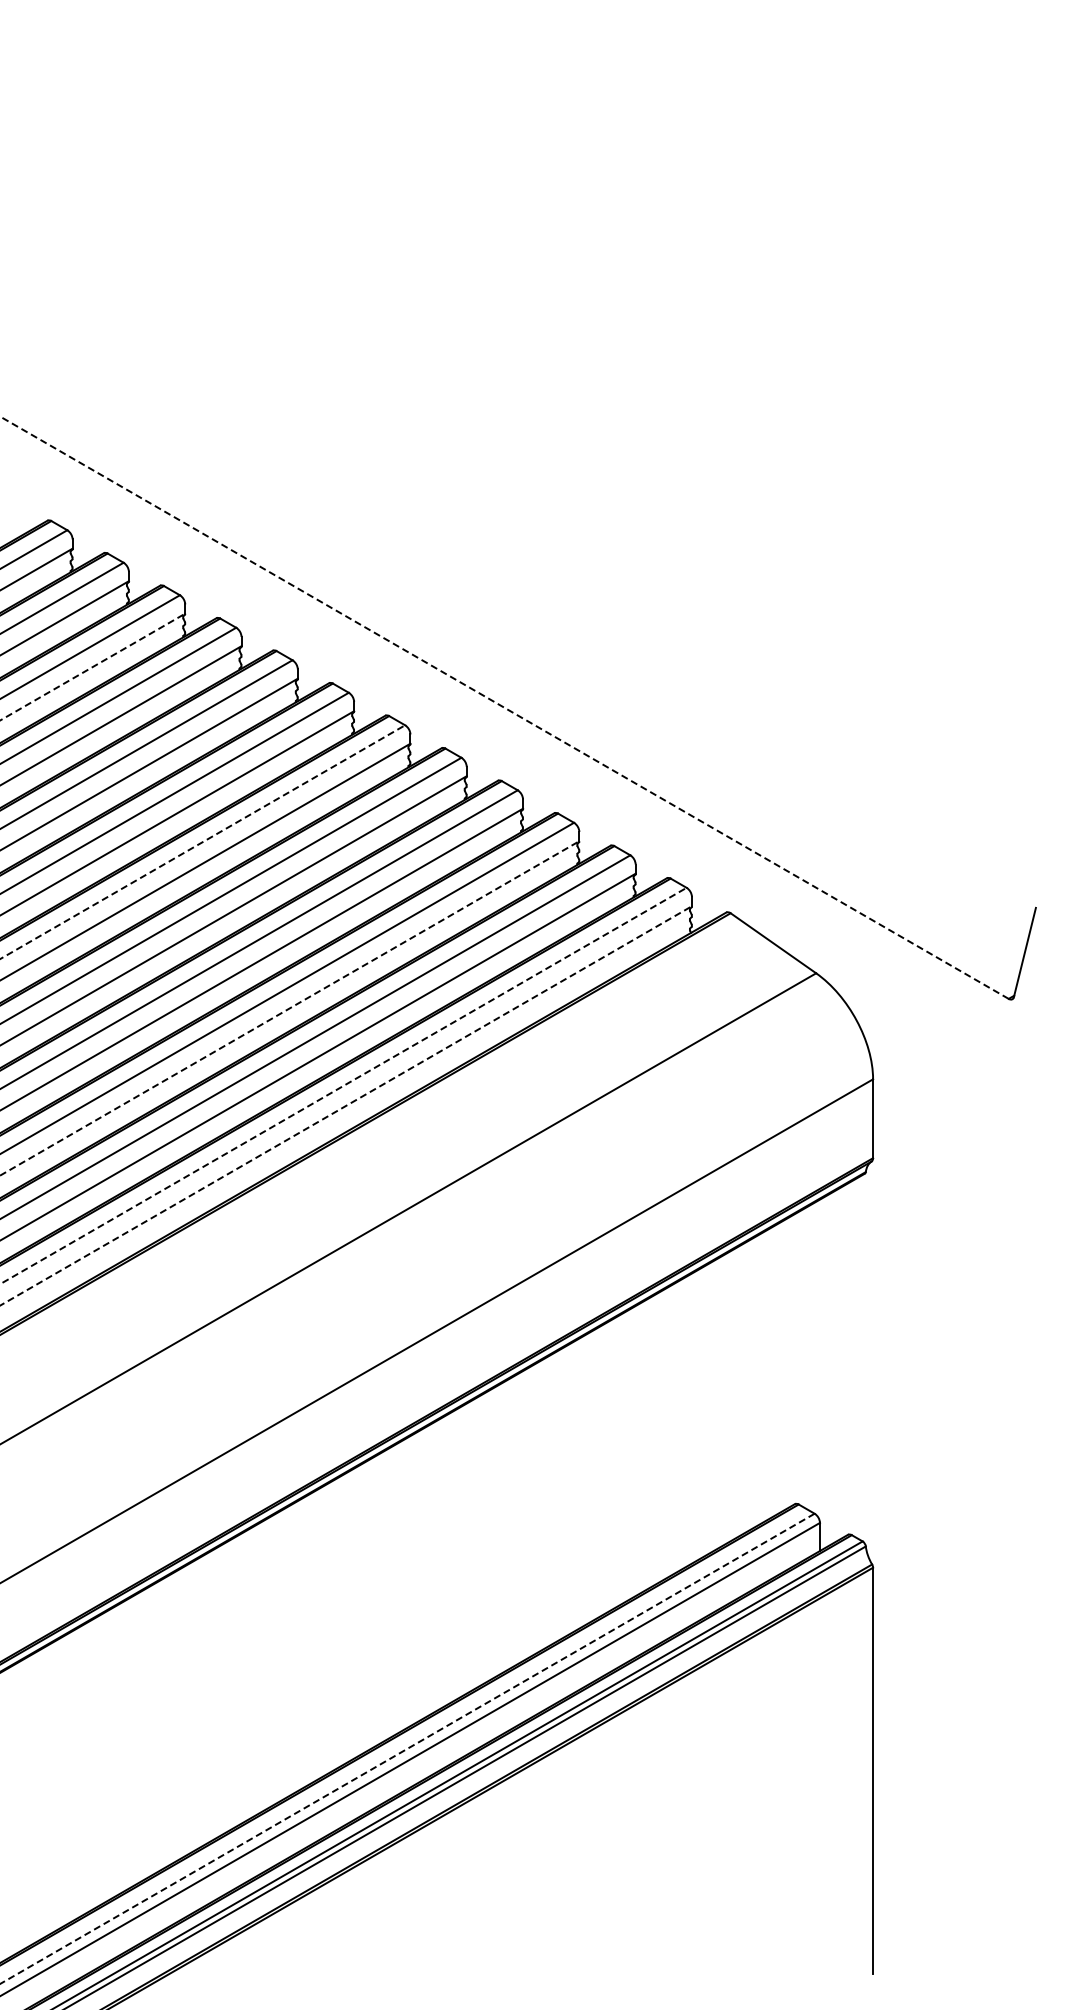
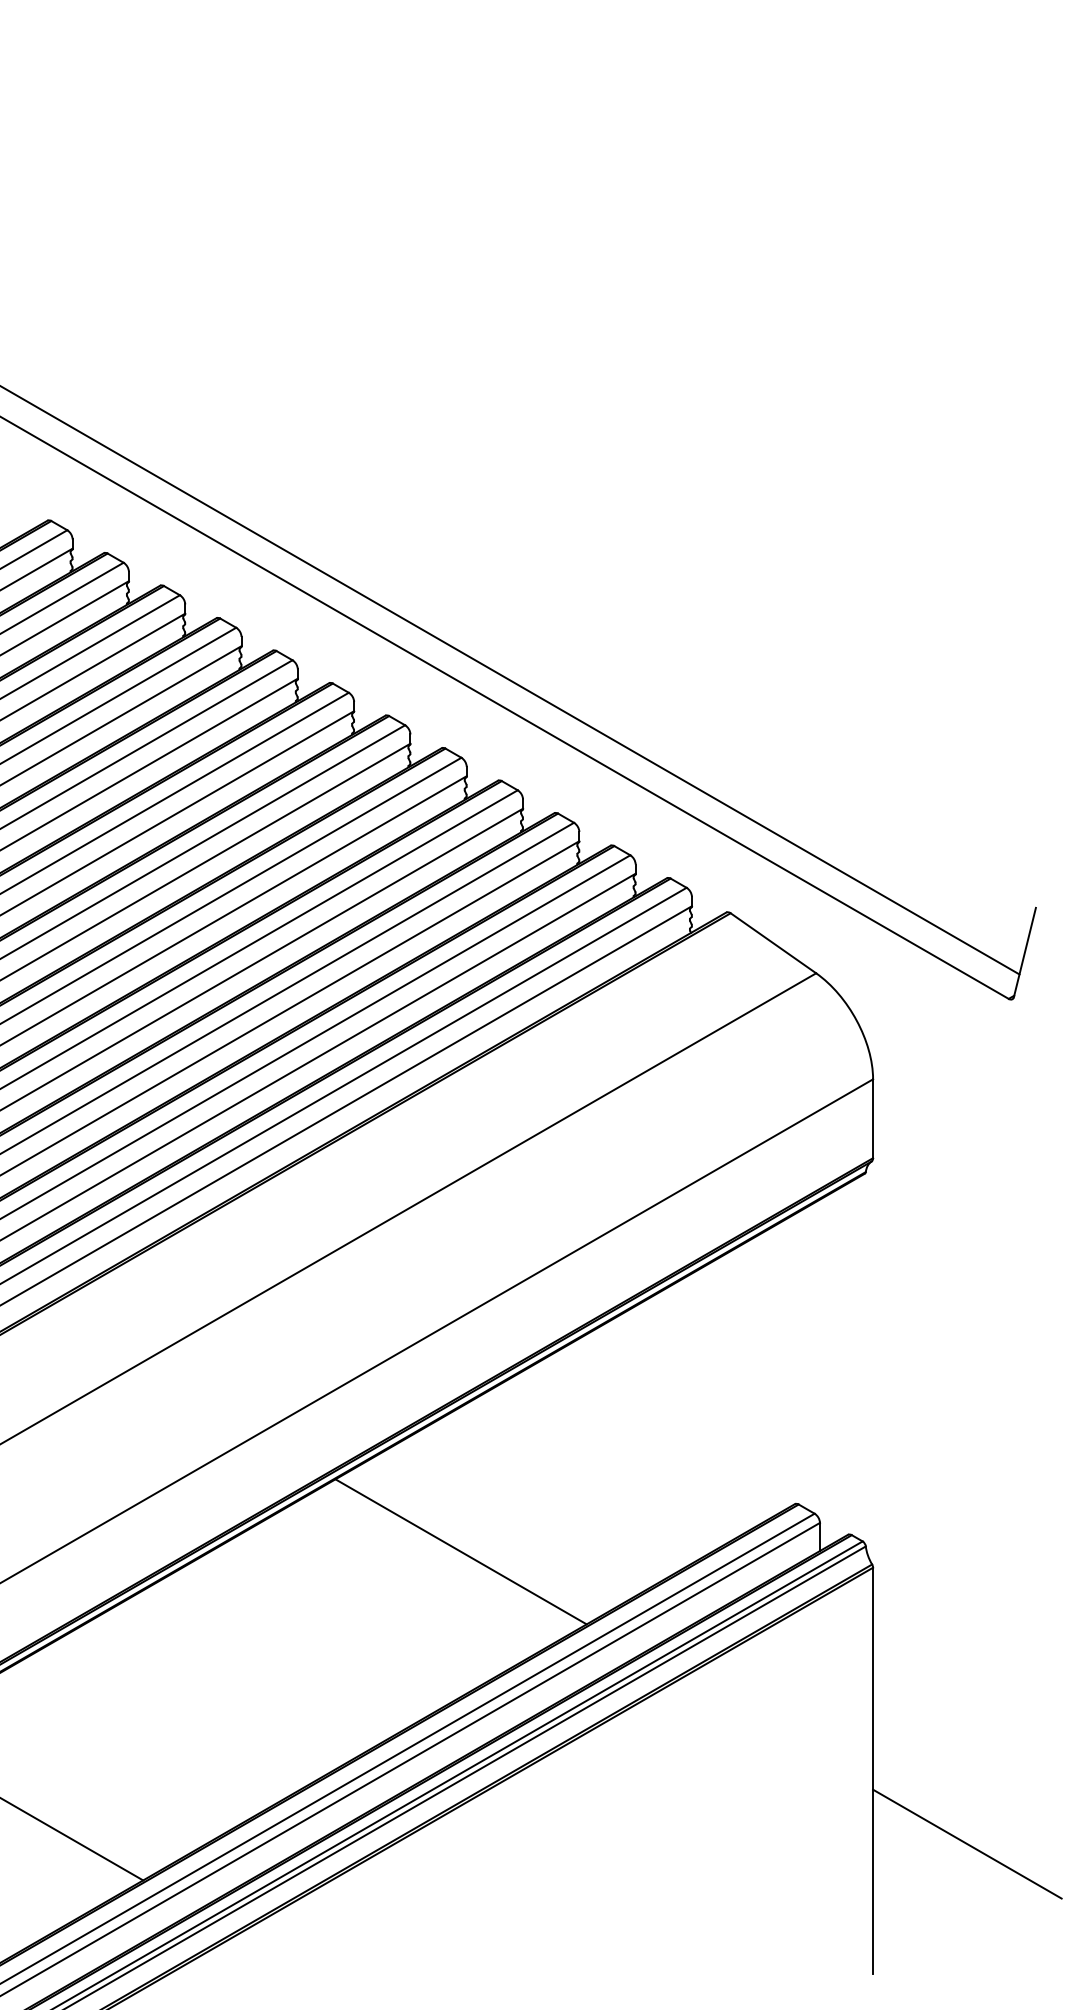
line at (93, 666): dashed -> solid
line at (510, 680): none -> present
line at (503, 707): dashed -> solid
line at (203, 841): dashed -> solid
line at (290, 1008): dashed -> solid
line at (343, 1085): dashed -> solid
line at (346, 1105): dashed -> solid
line at (460, 1551): none -> present
line at (407, 1748): dashed -> solid
line at (72, 1839): none -> present
line at (967, 1843): none -> present
